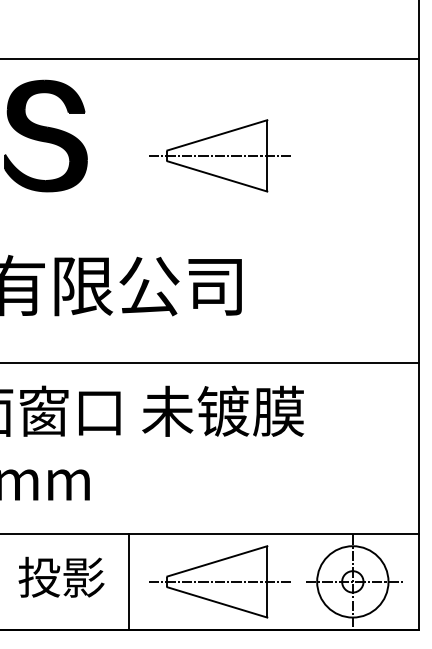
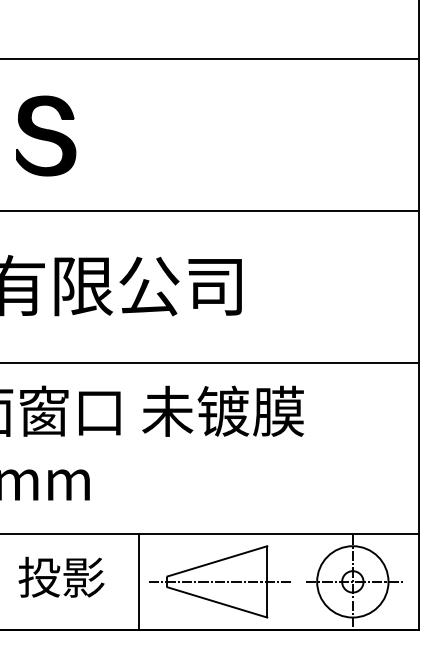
part at (45, 135) size: 84x114 px -> 61x82 px
part at (219, 155): present -> none
line at (210, 210): none -> present
line at (128, 581) position: (128, 581) -> (138, 581)
